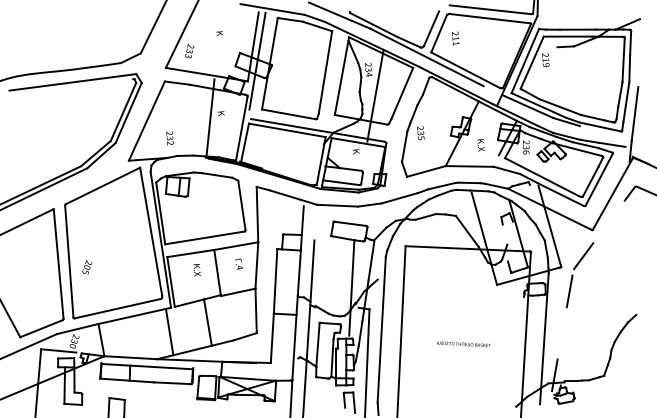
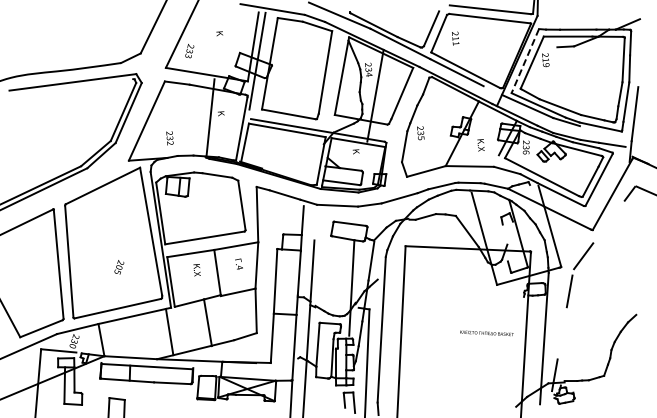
line at (525, 61): solid -> dashed
text at (87, 267) position: (87, 267) -> (119, 267)
text at (463, 344) position: (463, 344) -> (486, 333)
